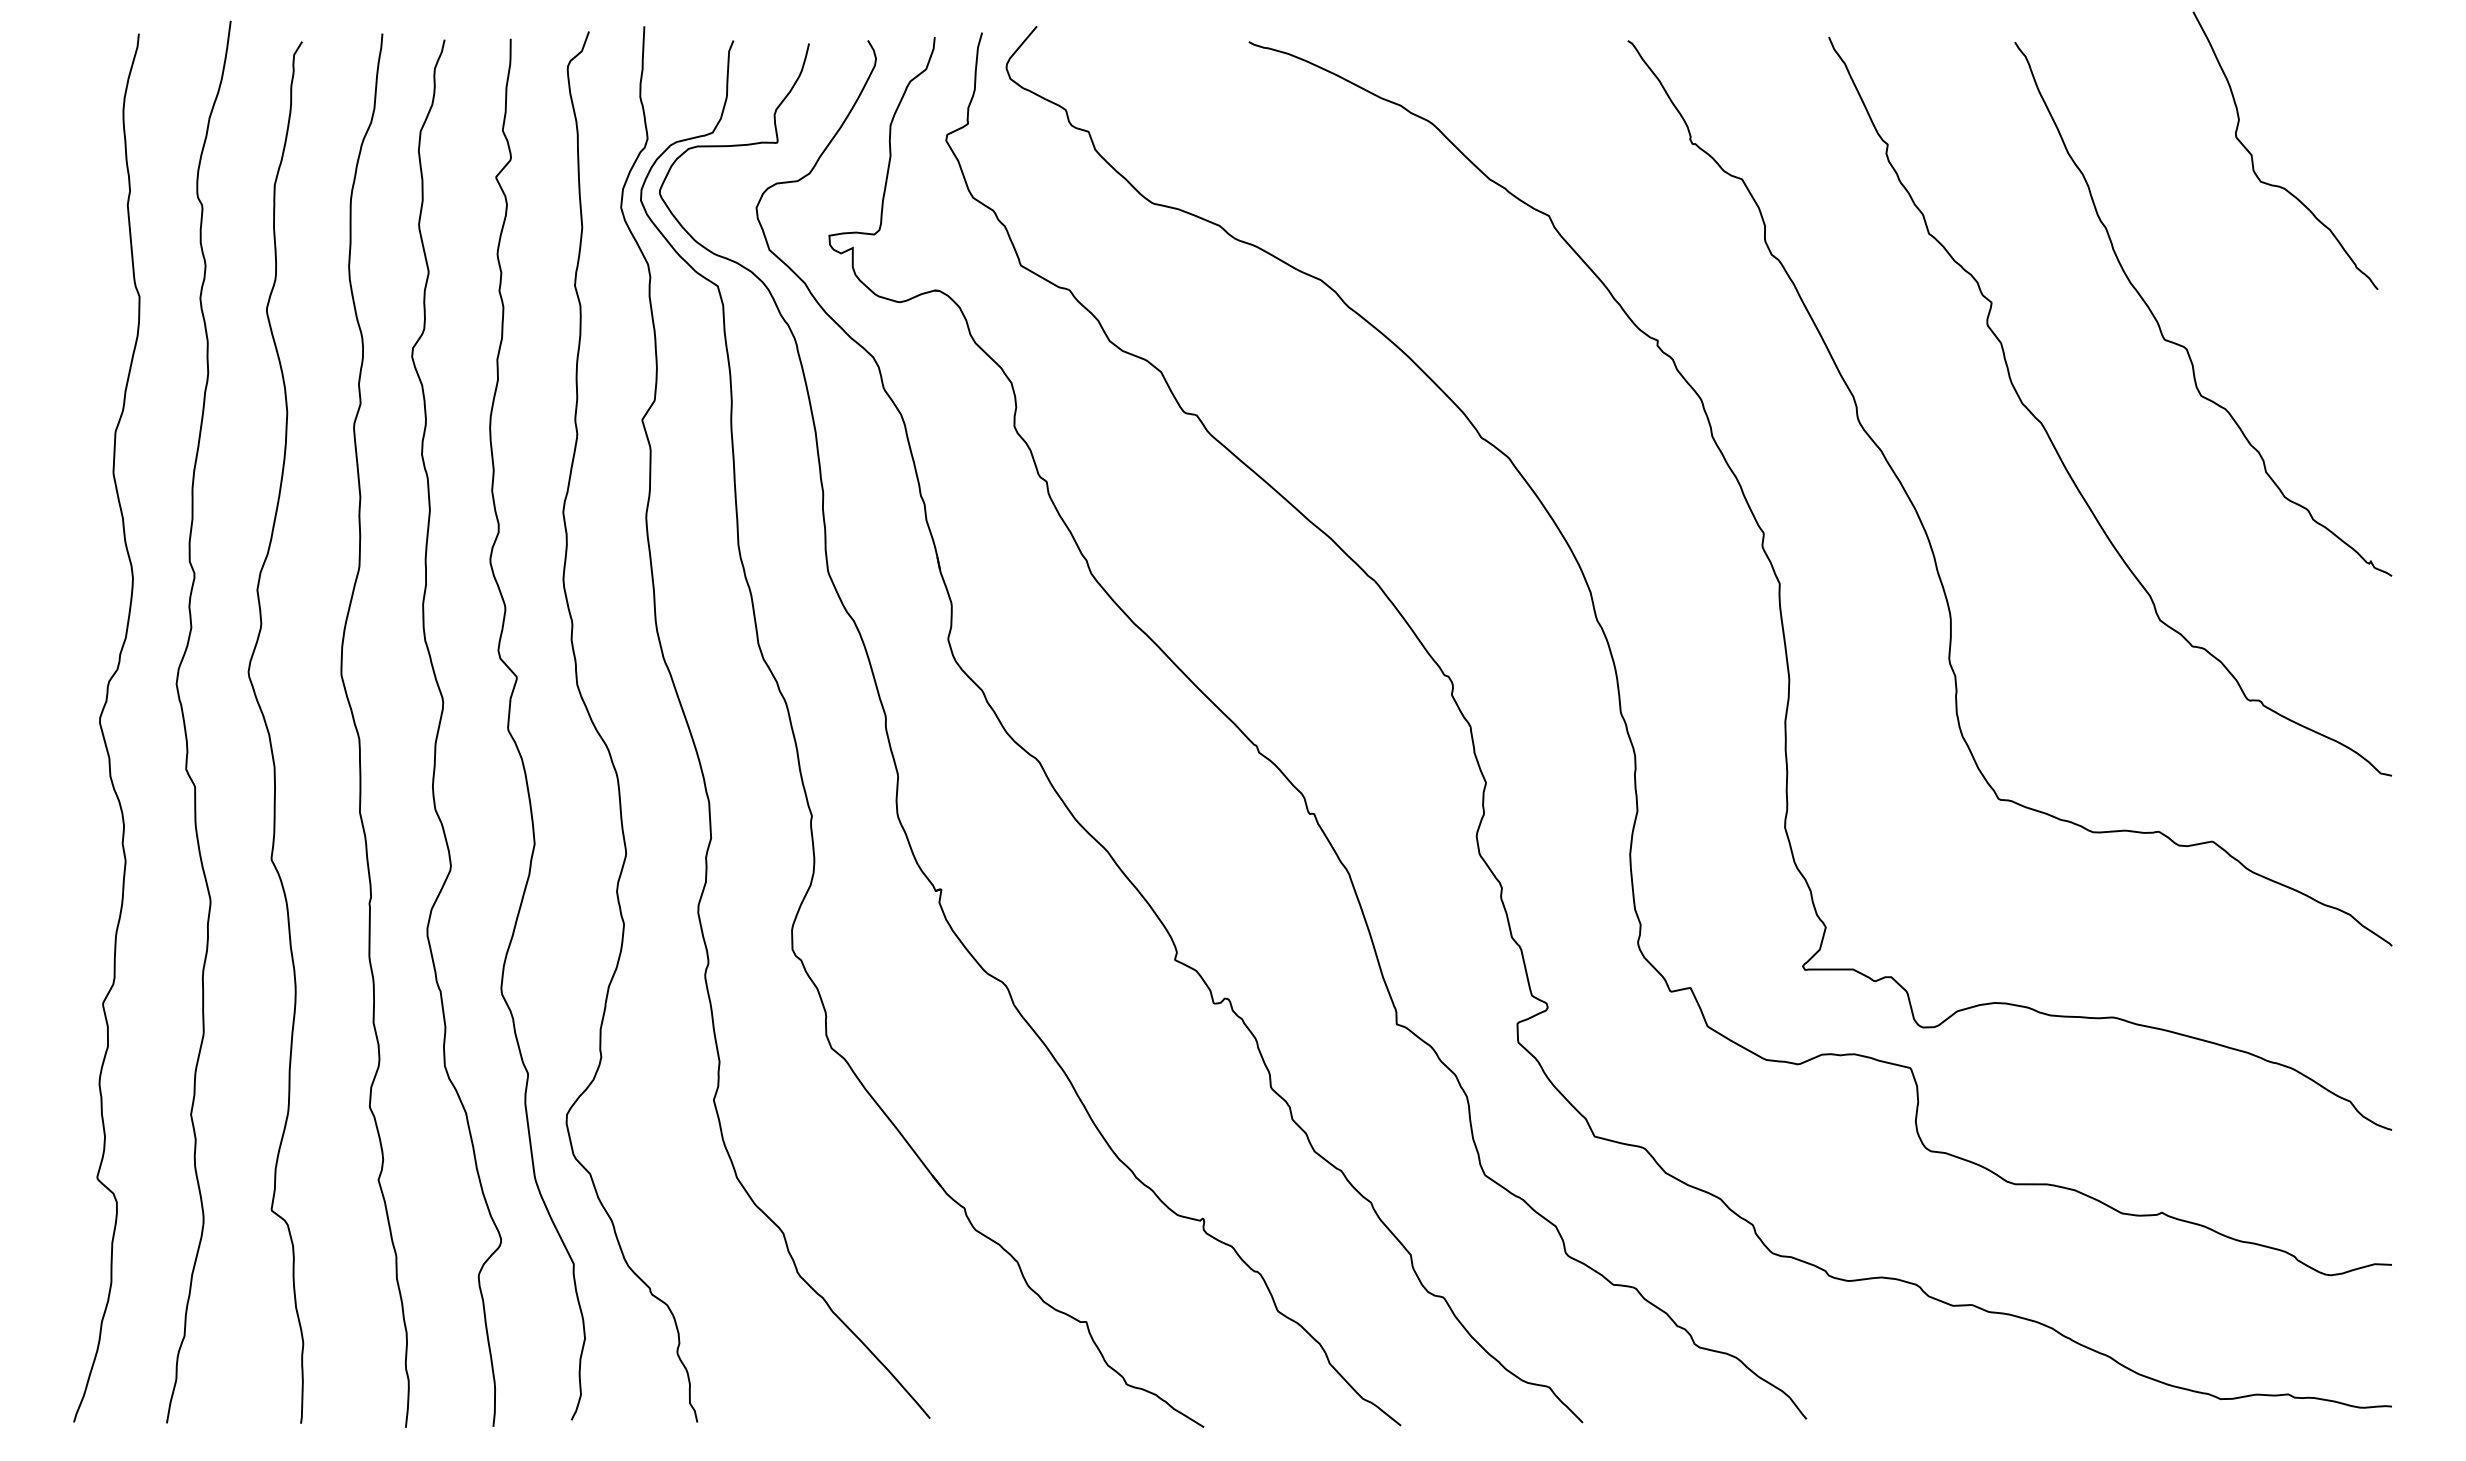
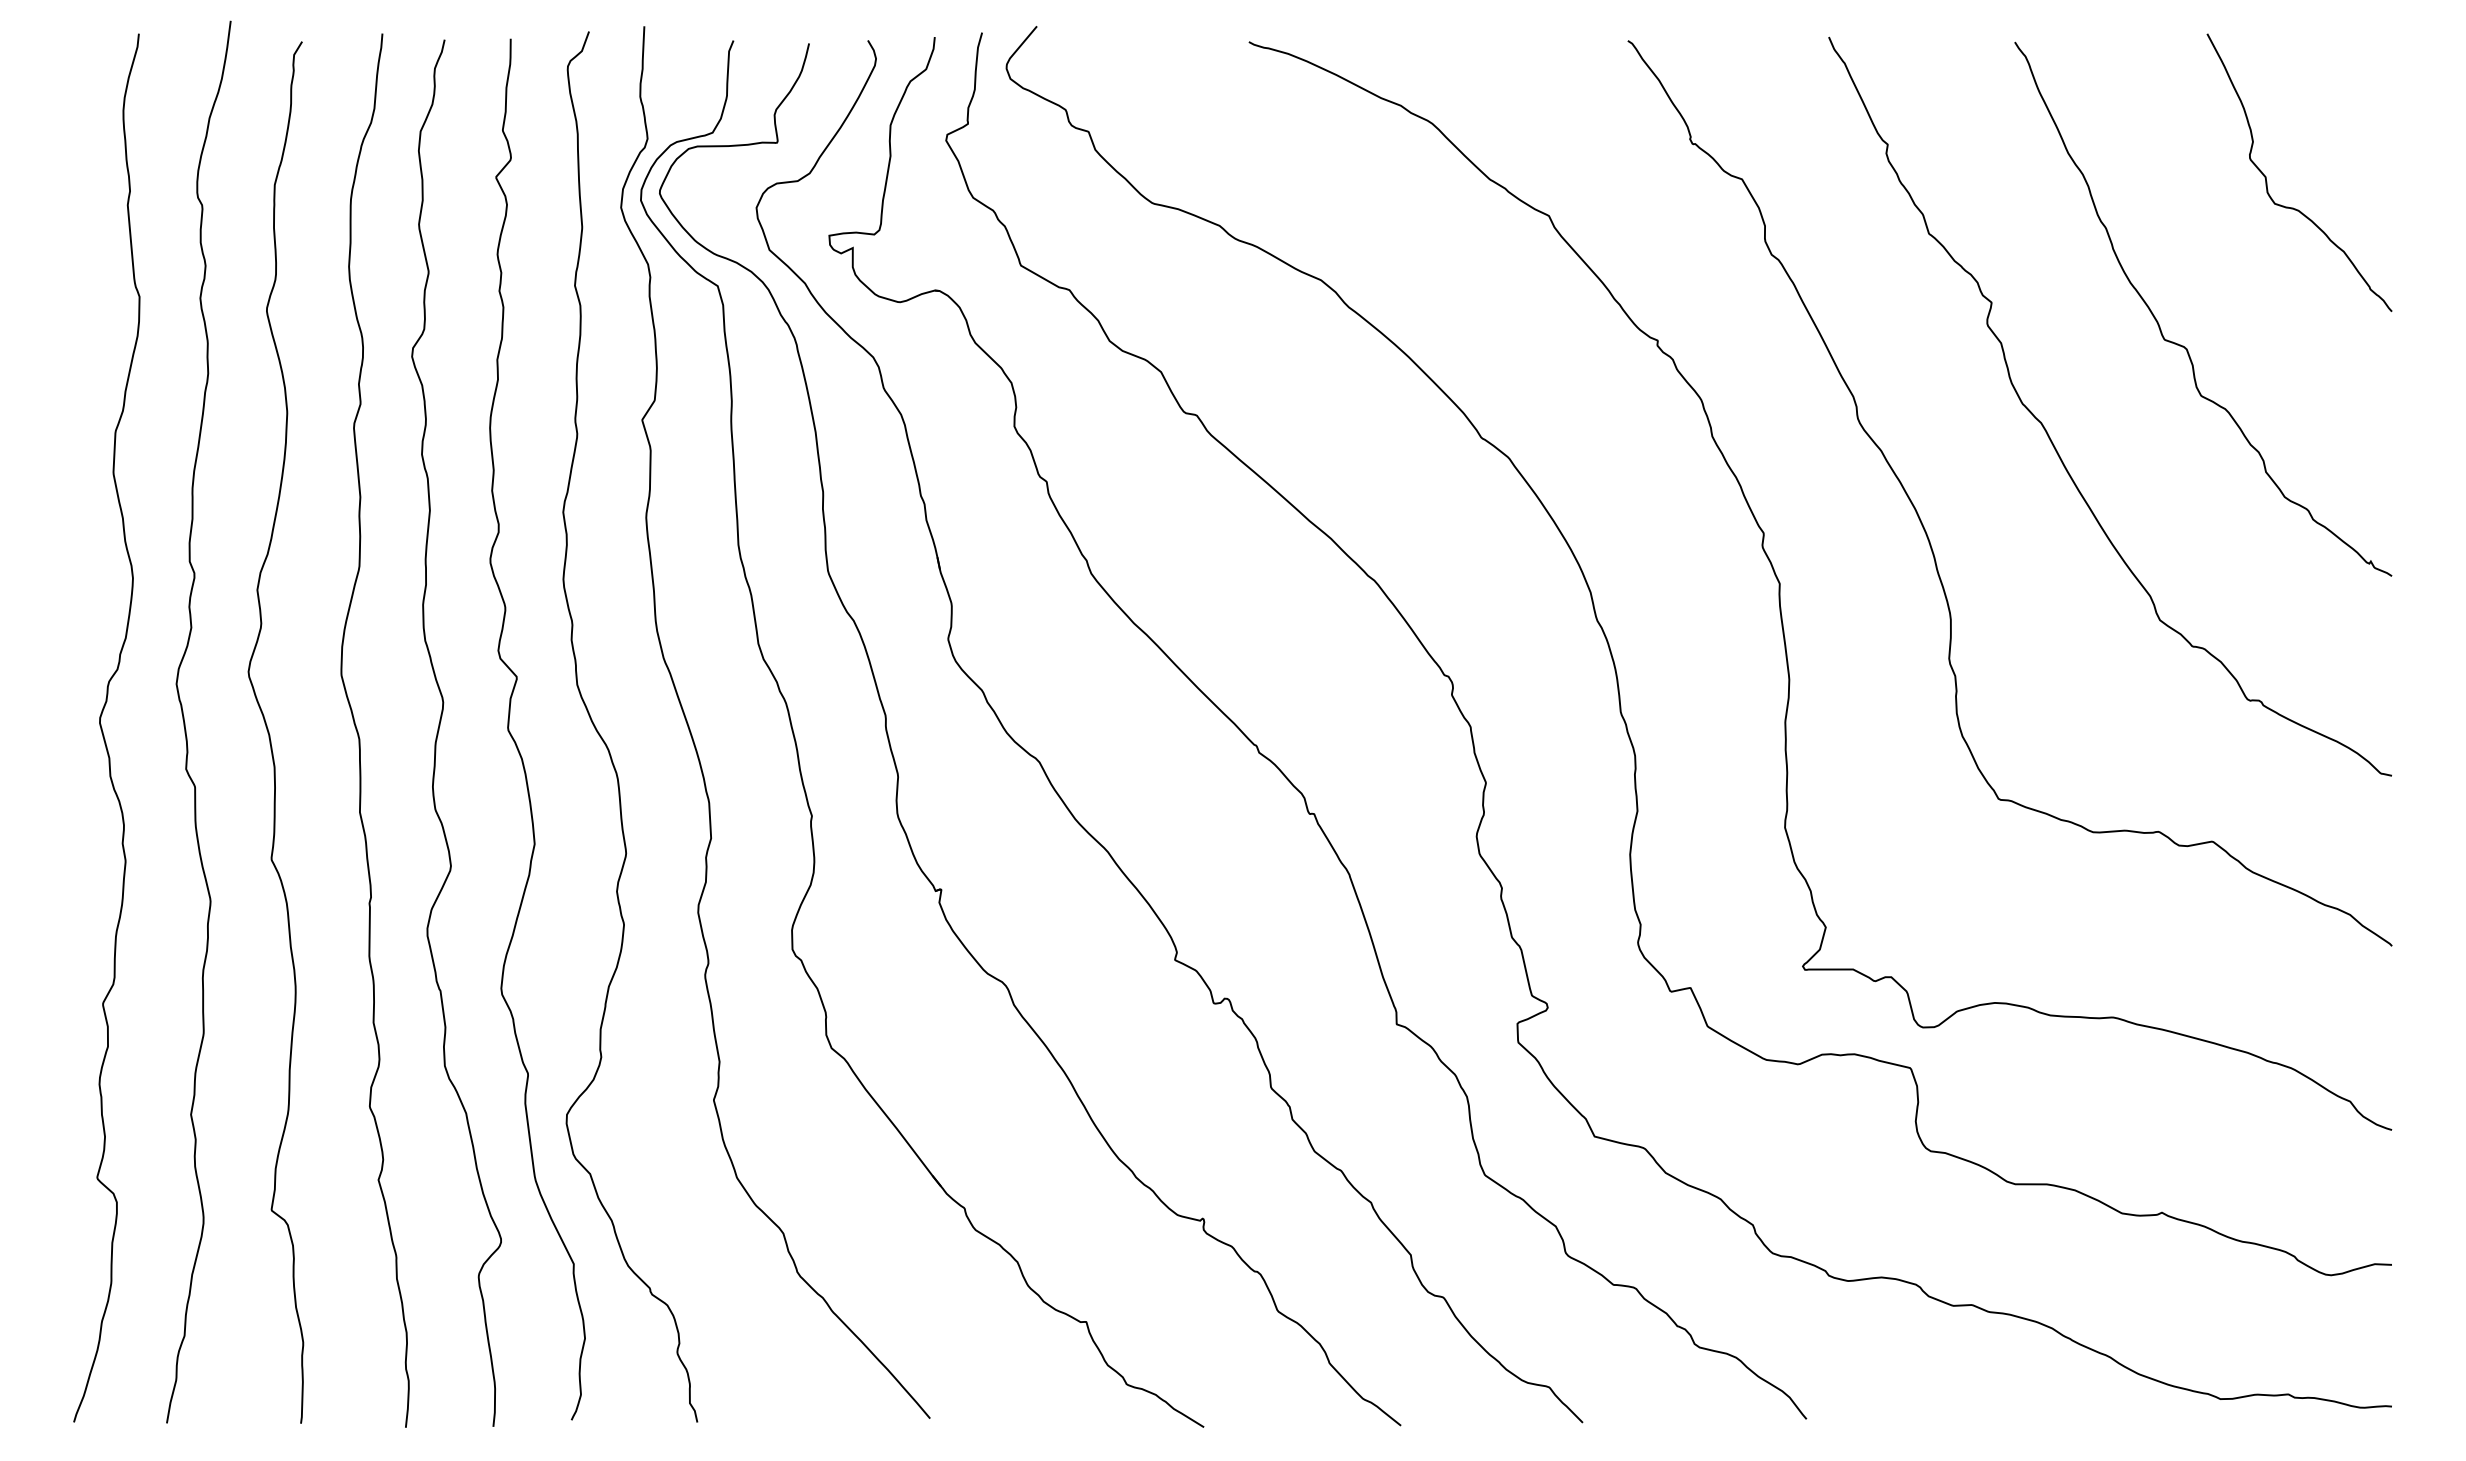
curve at (2252, 154) position: (2252, 154) -> (2266, 176)
